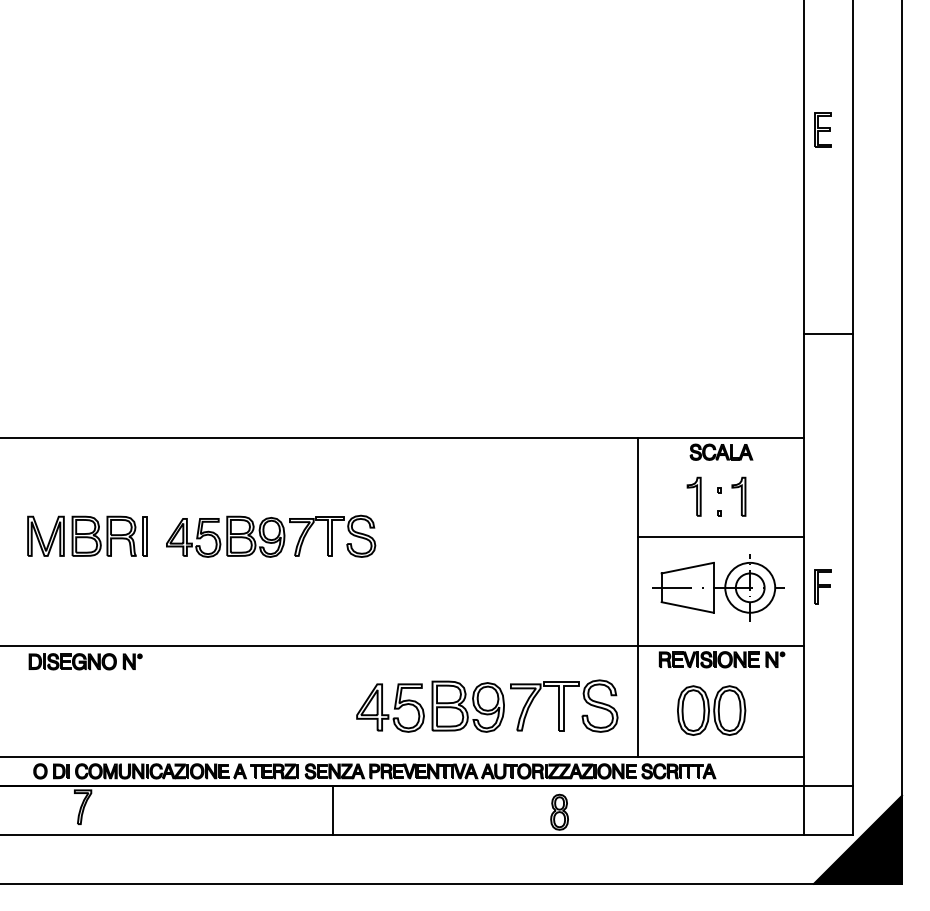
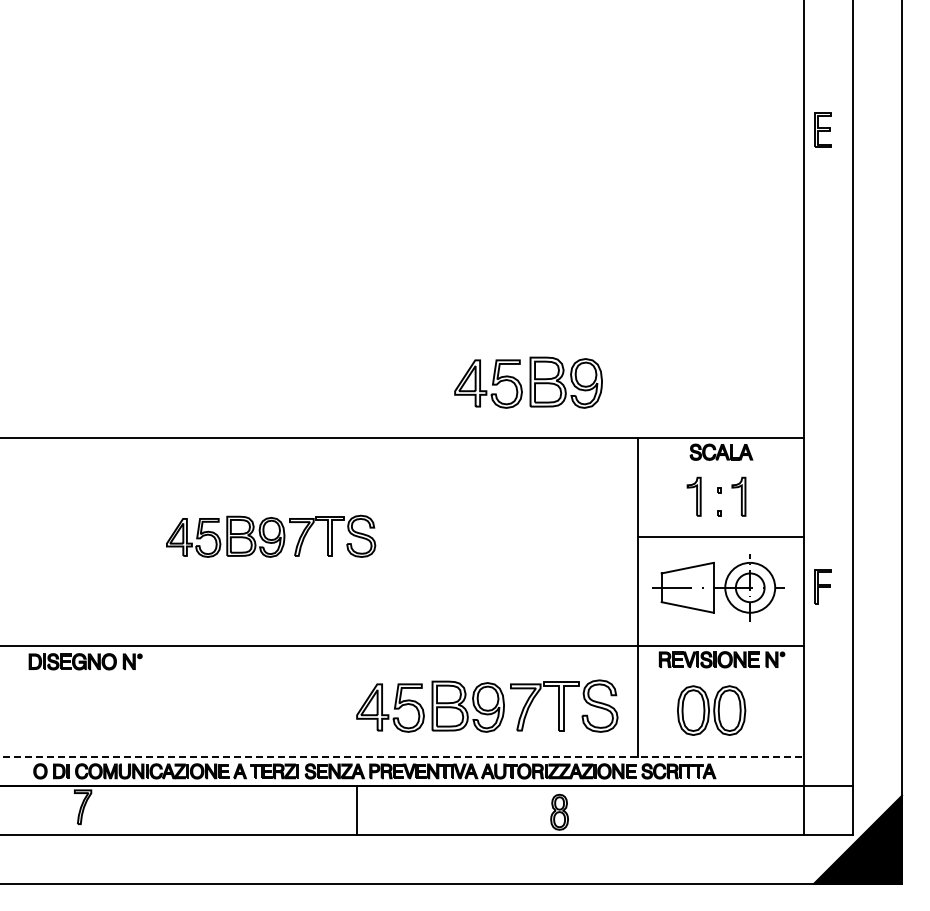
line at (828, 333): present -> none
part at (528, 382): none -> present
part at (87, 535): present -> none
line at (402, 756): solid -> dashed
line at (332, 809) position: (332, 809) -> (356, 809)
